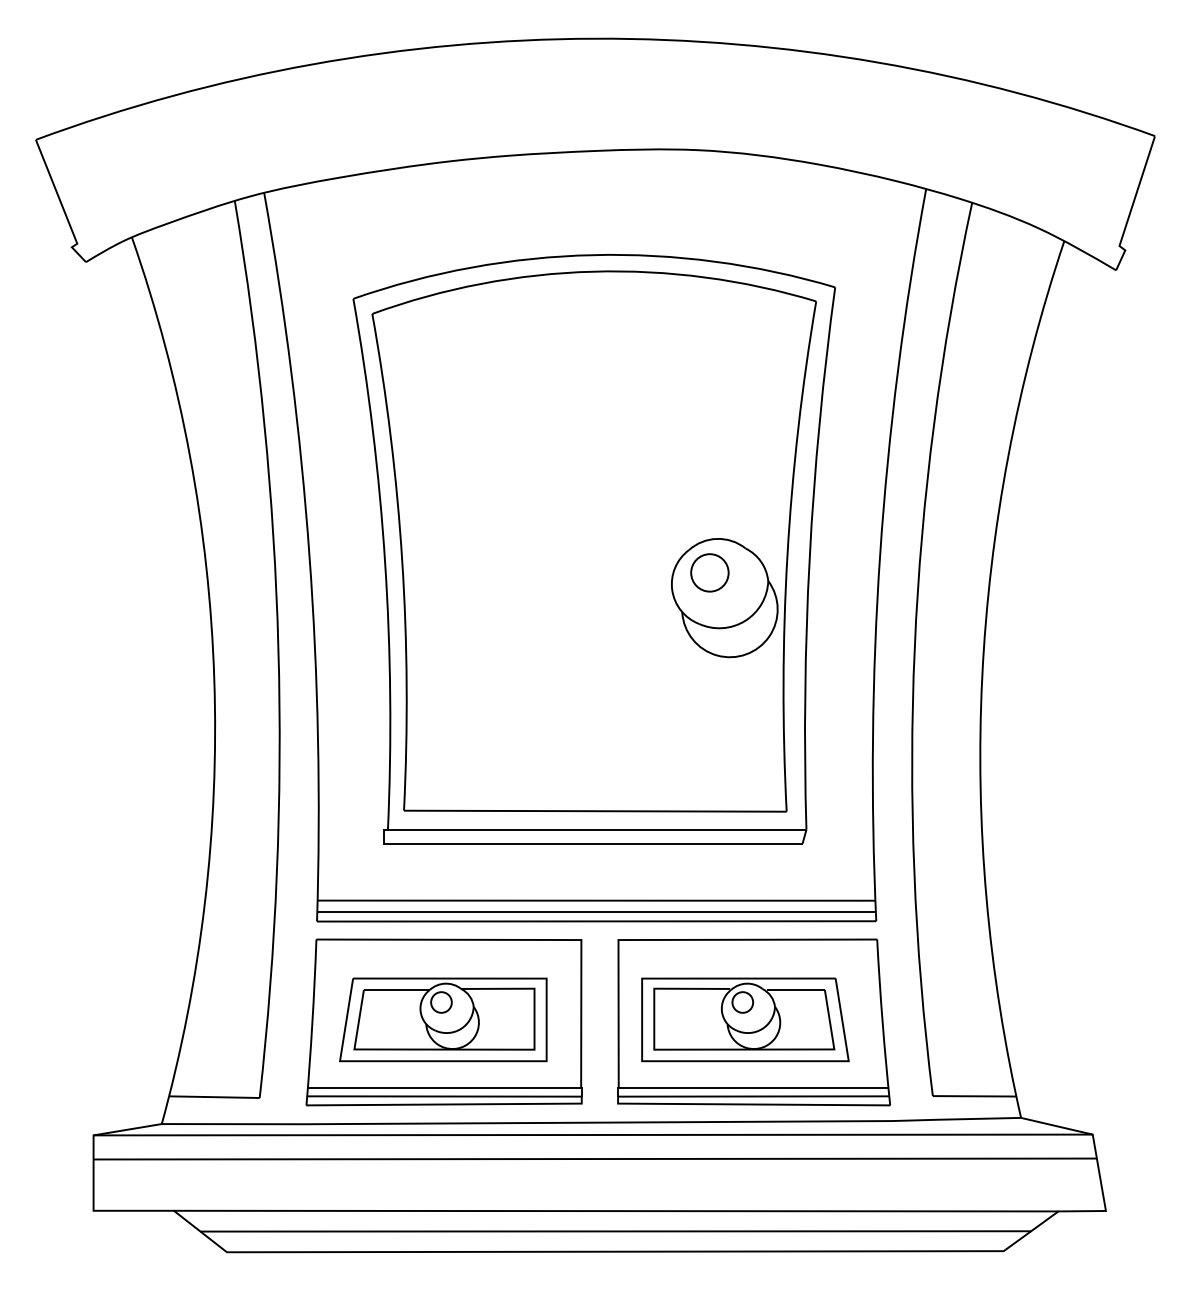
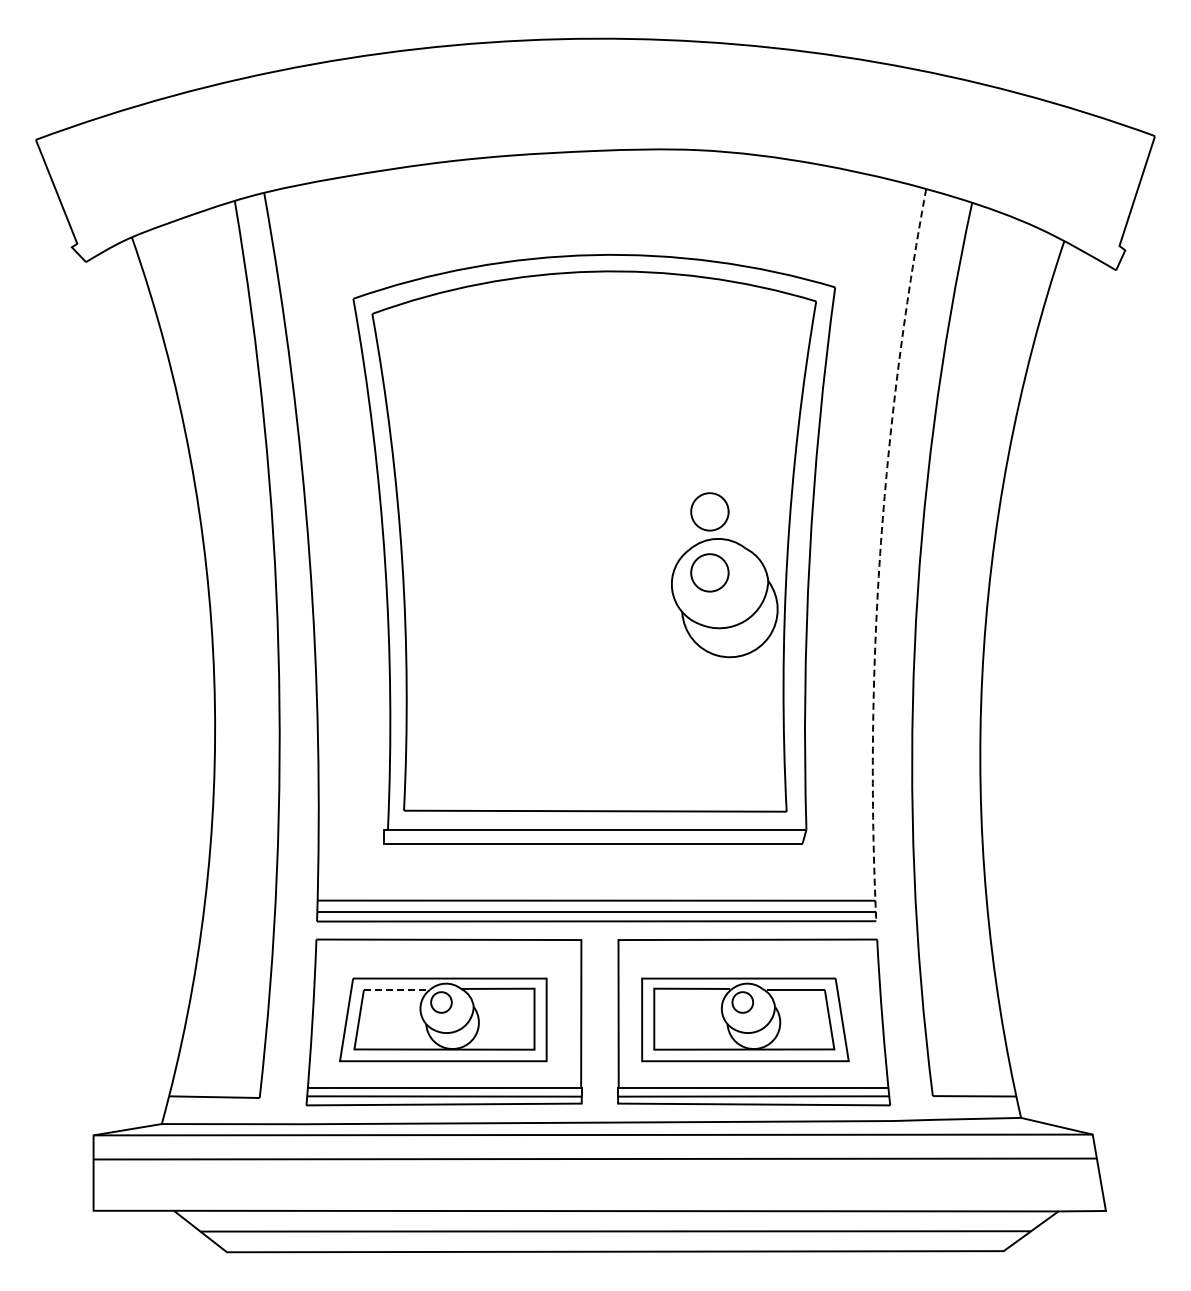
circle at (709, 511): none -> present
arc at (880, 553): solid -> dashed
line at (396, 989): solid -> dashed
